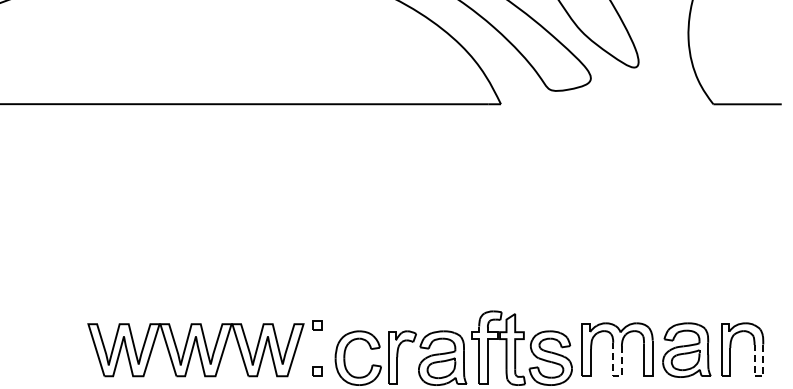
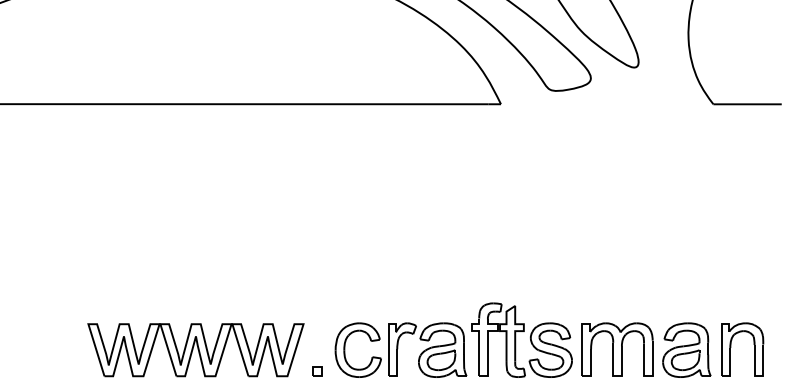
part at (317, 325): present -> none
part at (453, 347) position: (453, 347) -> (453, 339)
line at (615, 376): dashed -> solid
line at (758, 376): dashed -> solid
